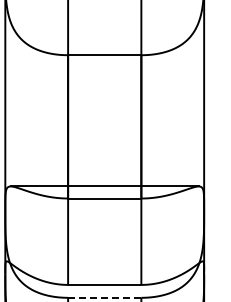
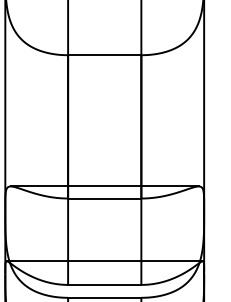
line at (104, 261): none -> present
line at (104, 297): dashed -> solid
